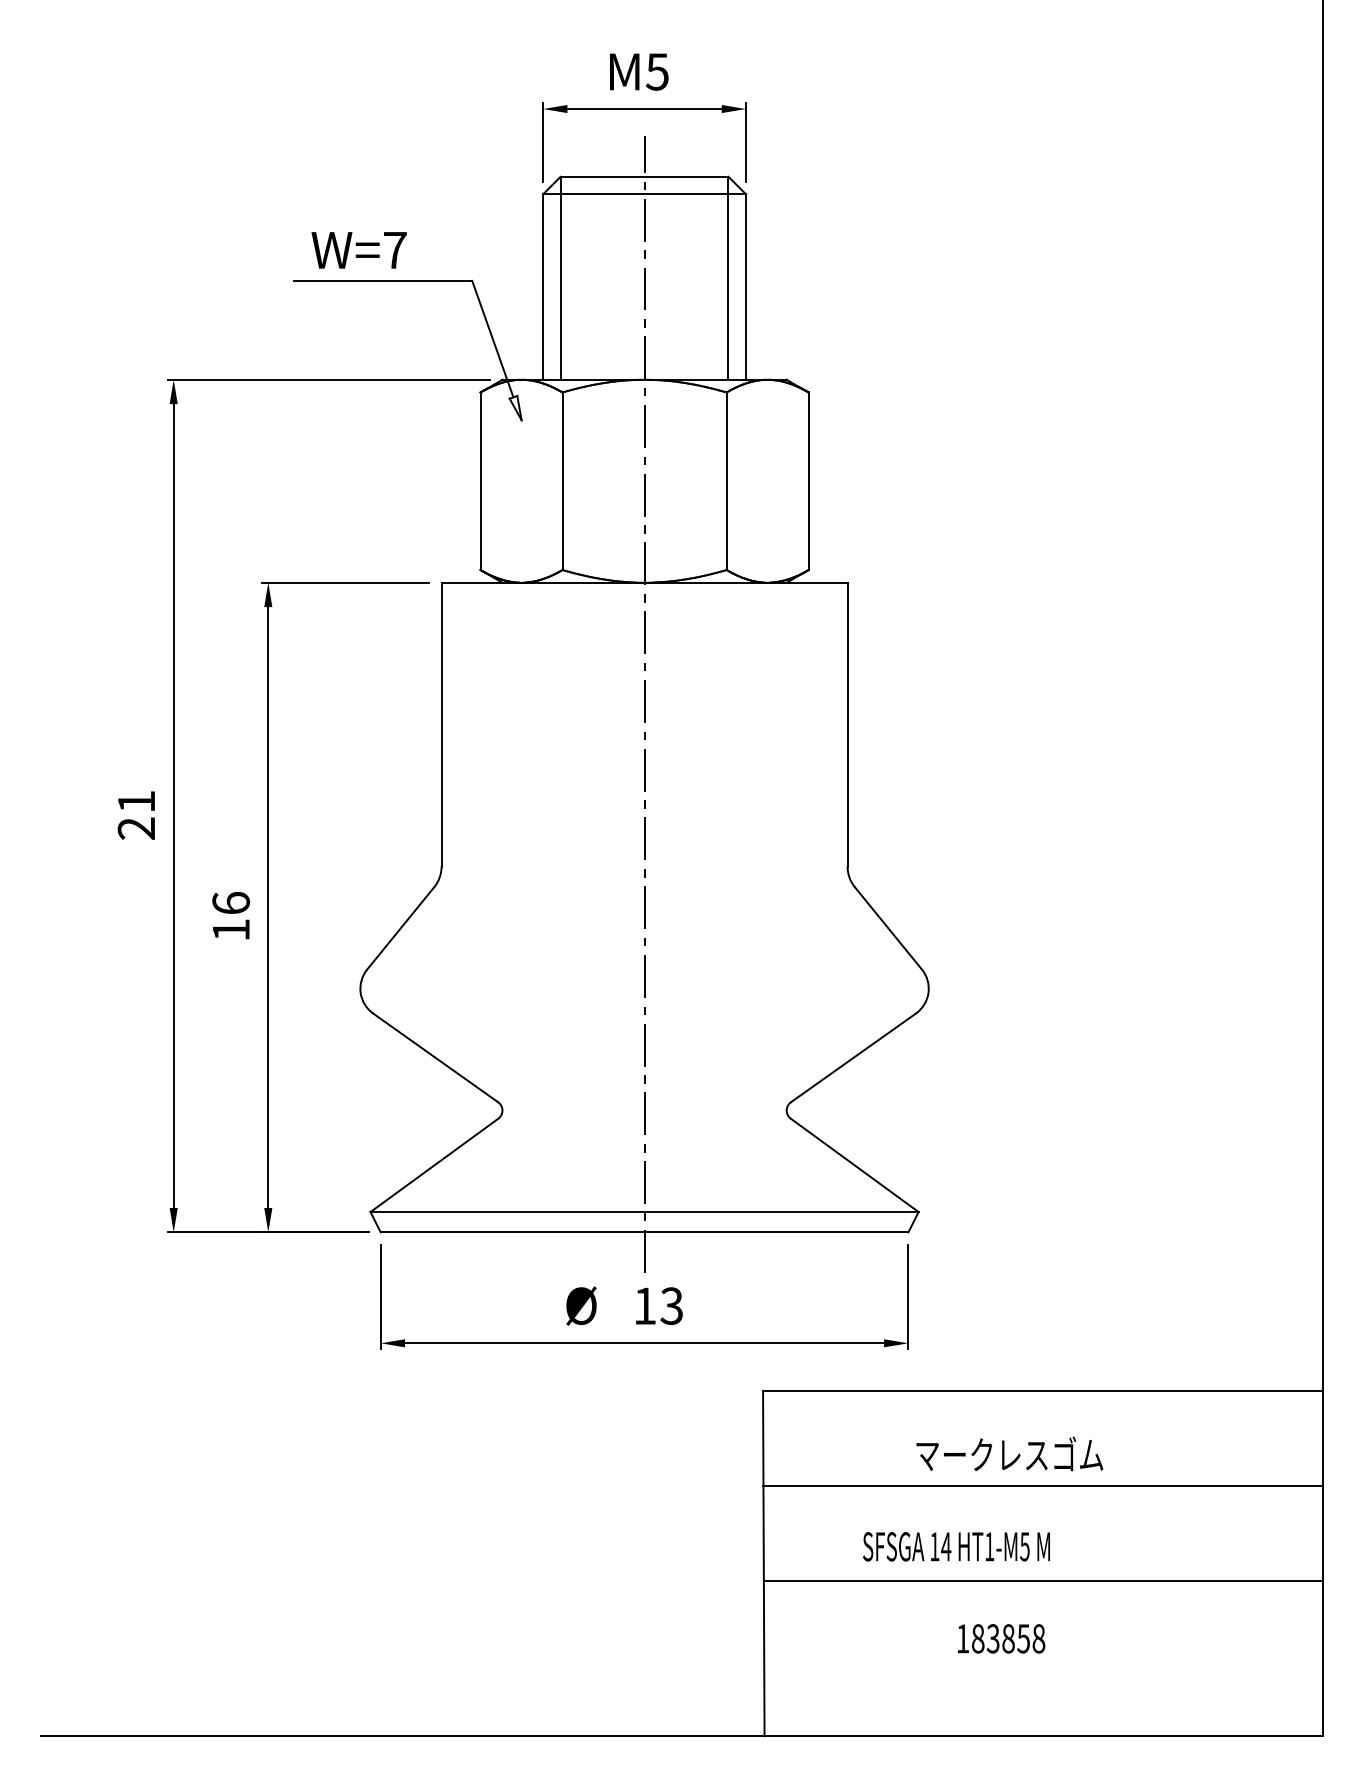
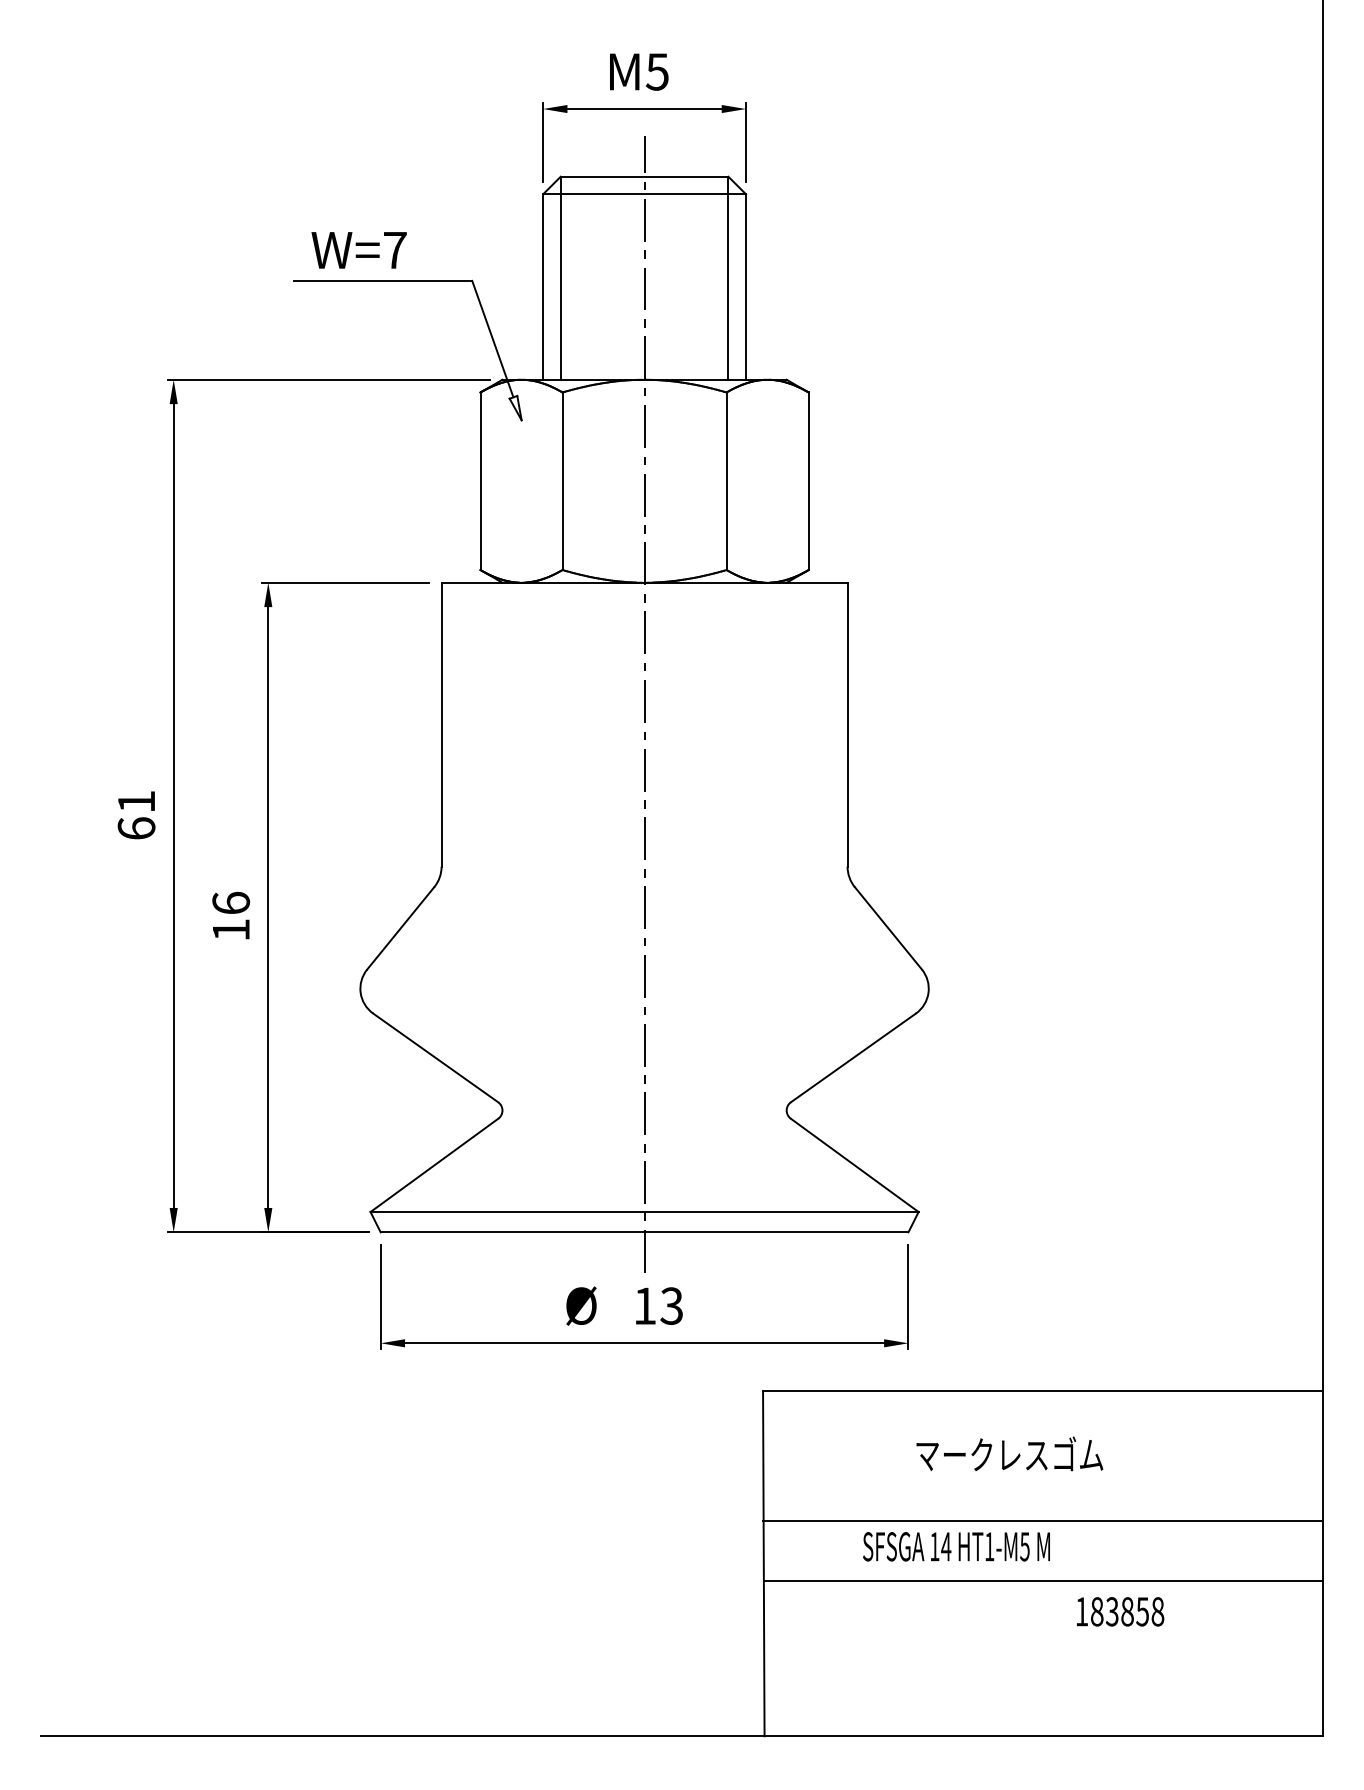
text at (136, 828): 21 -> 61
line at (1043, 1486) position: (1043, 1486) -> (1043, 1521)
text at (1001, 1638) position: (1001, 1638) -> (1120, 1611)
